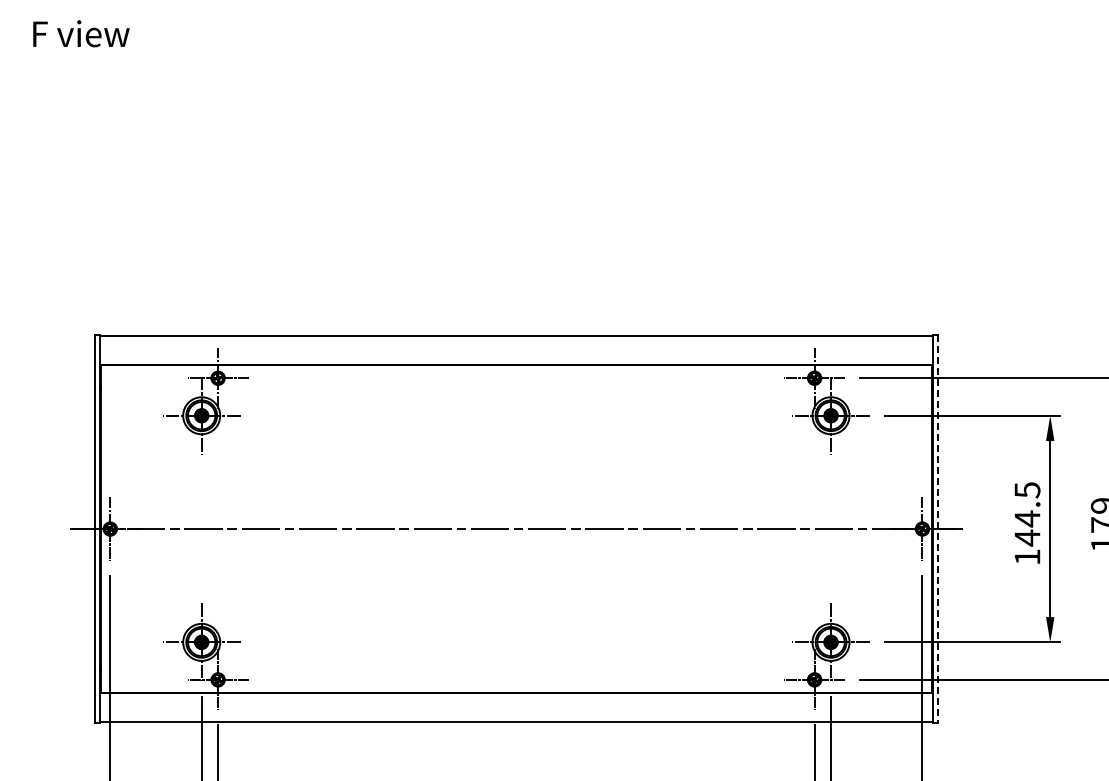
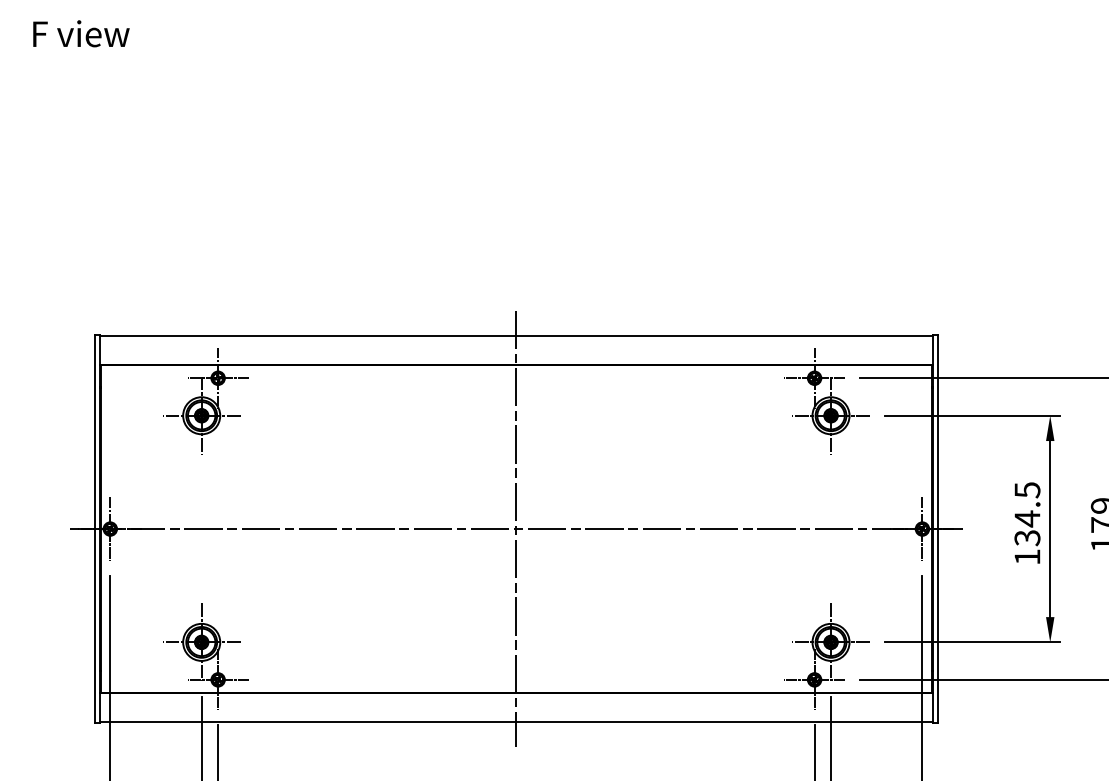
line at (516, 528): none -> present
line at (937, 529): dashed -> solid
text at (1027, 537): 144.5 -> 134.5
